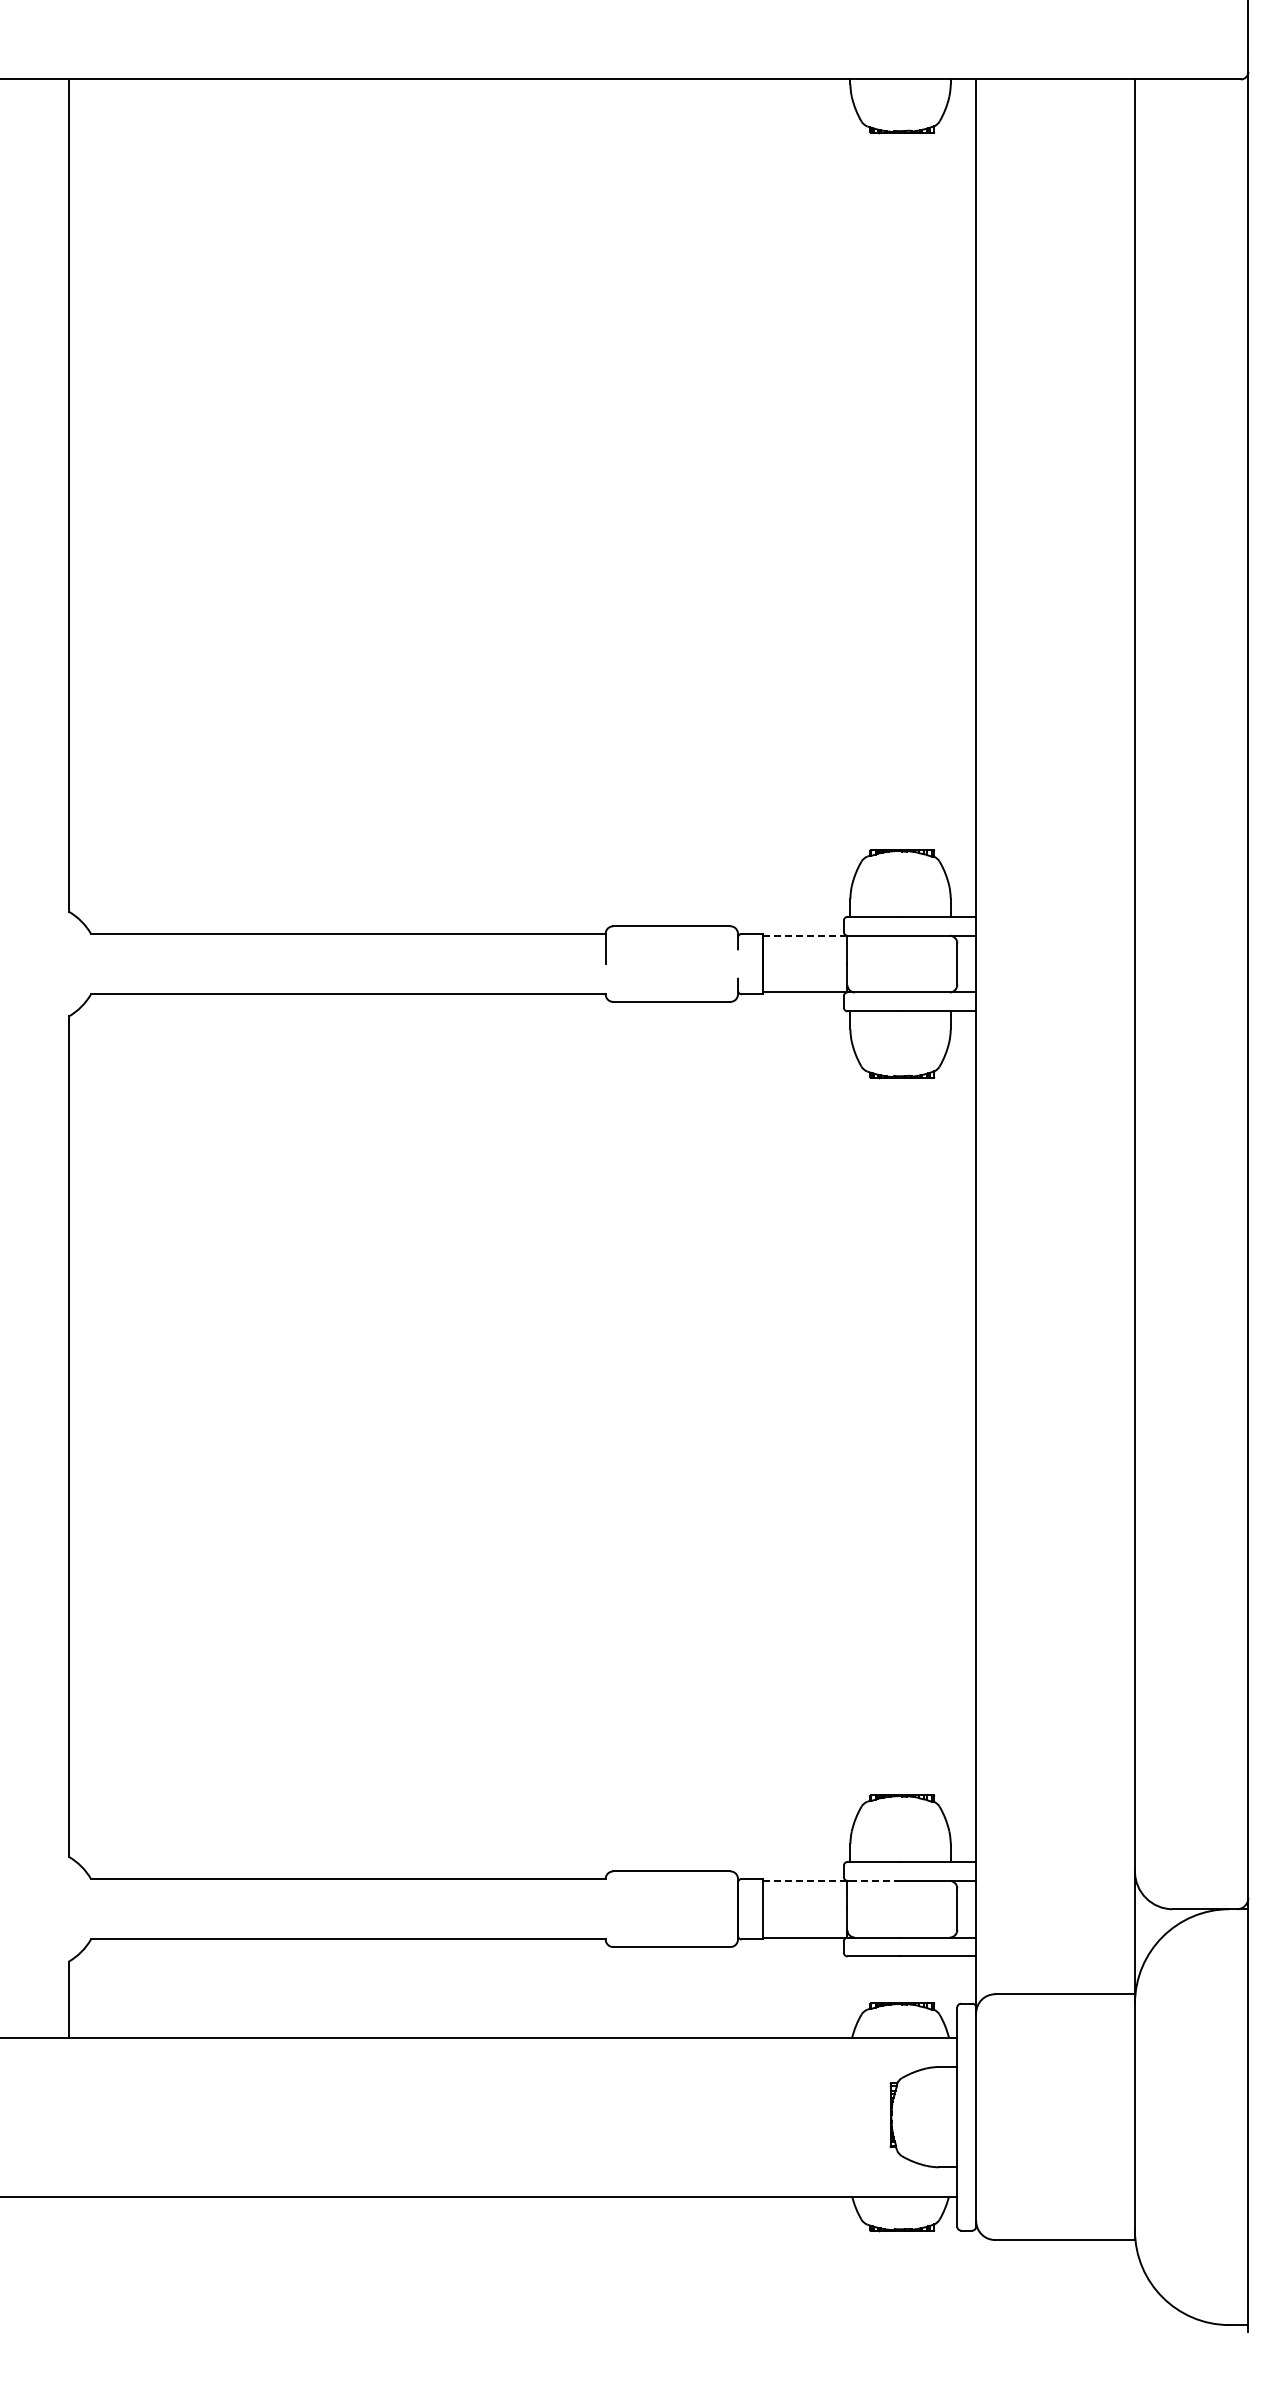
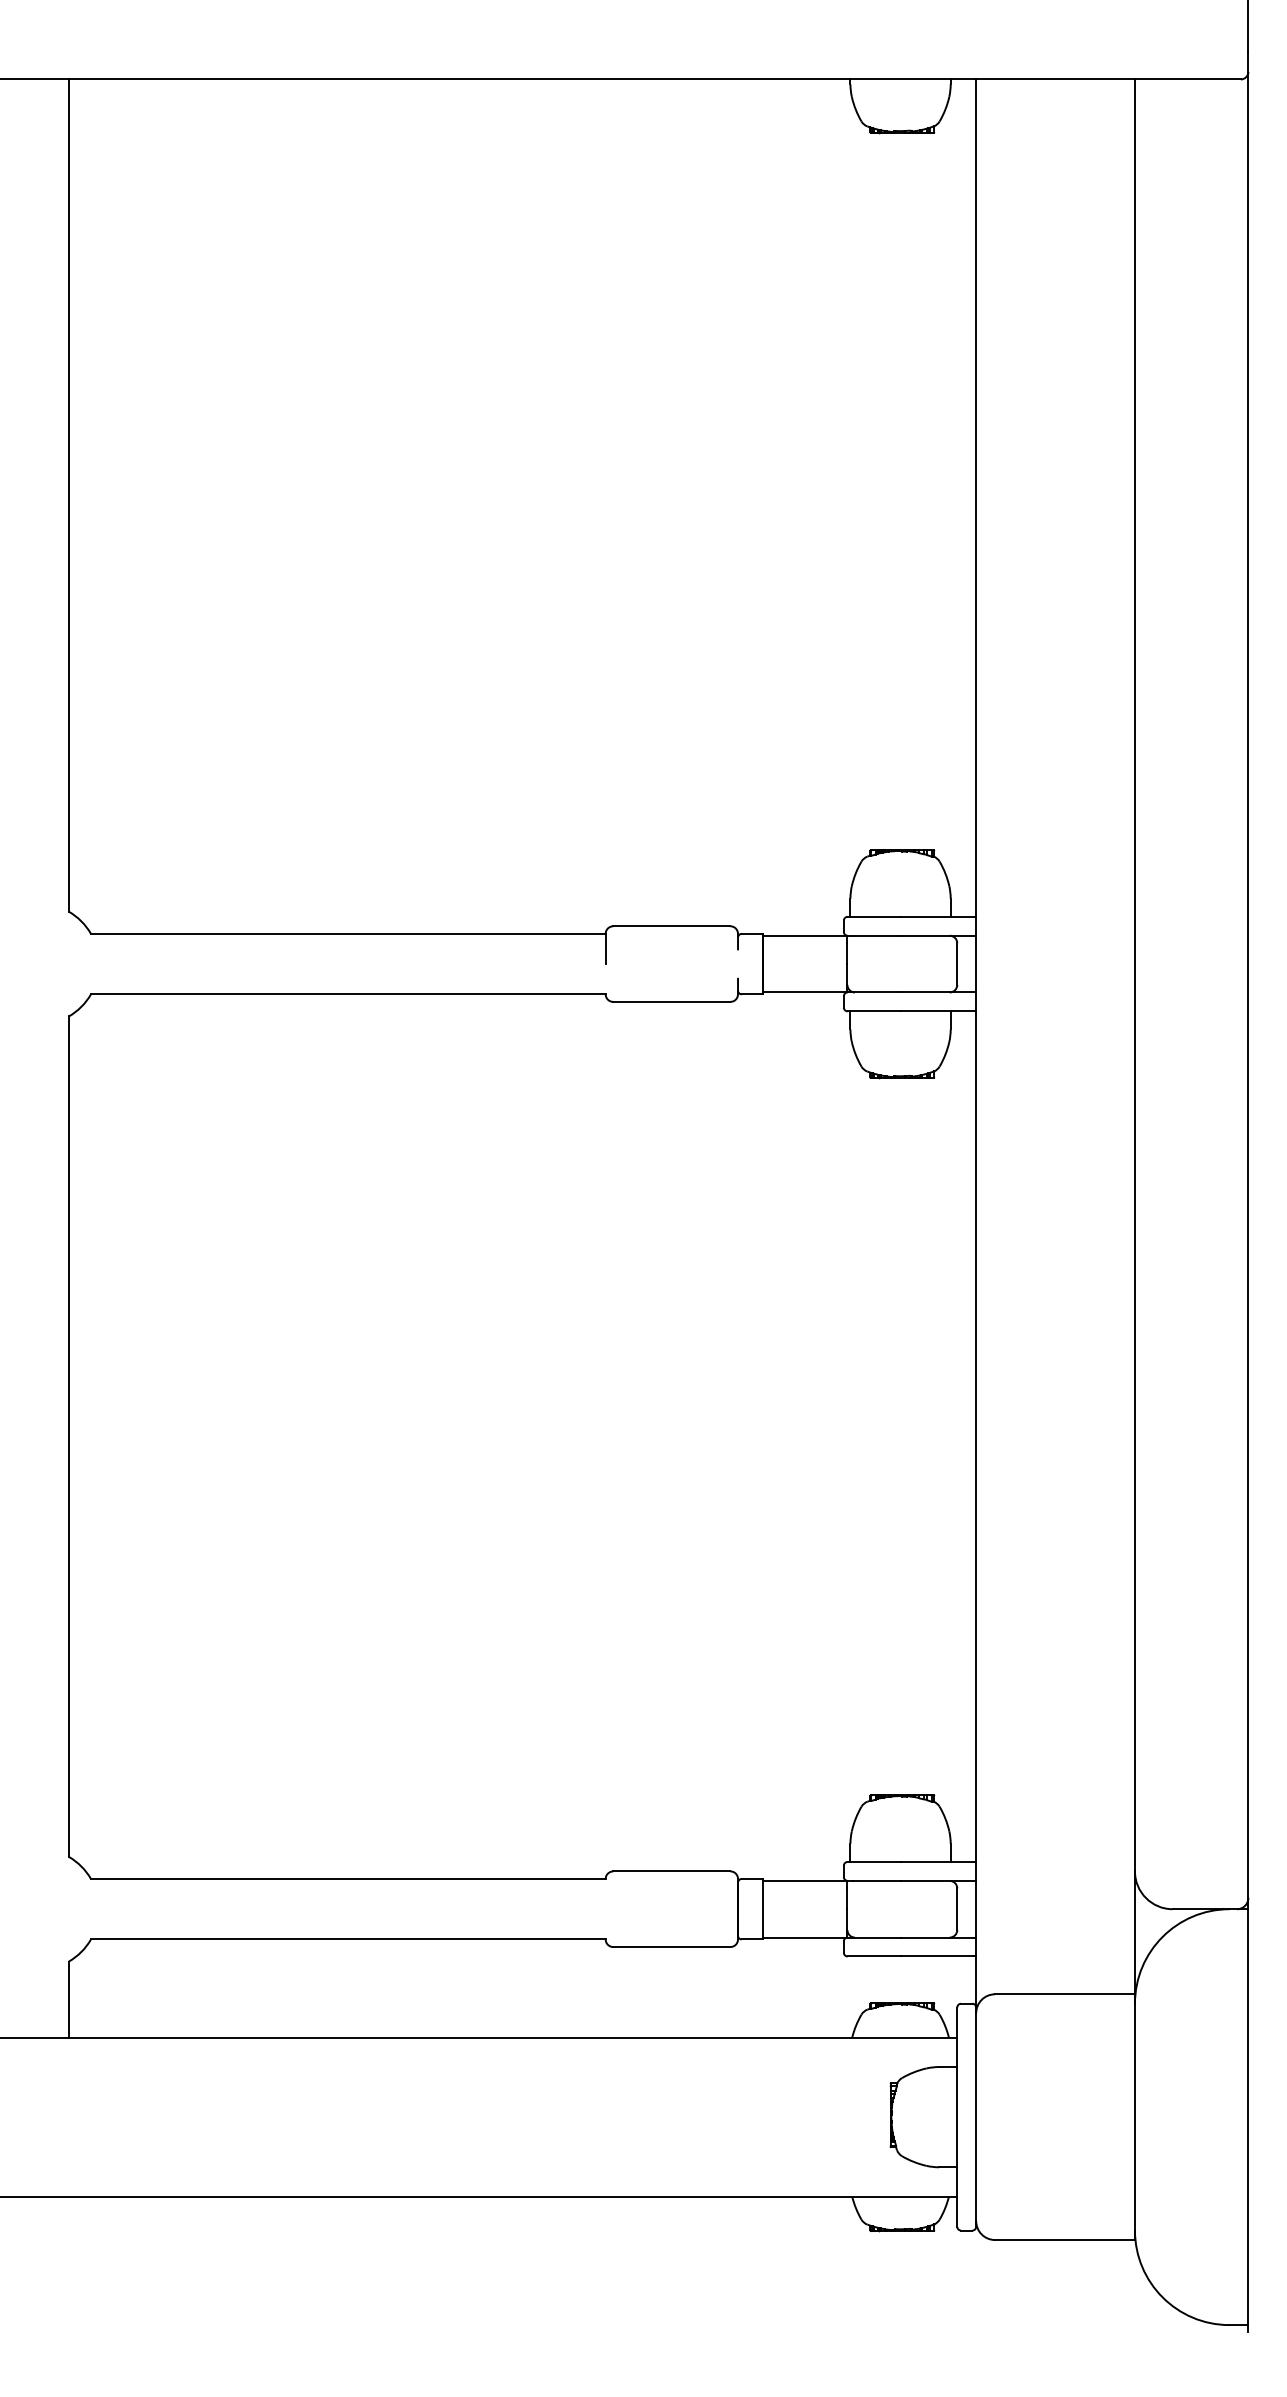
line at (804, 935): dashed -> solid
line at (804, 1880): dashed -> solid
line at (876, 1880): dashed -> solid
